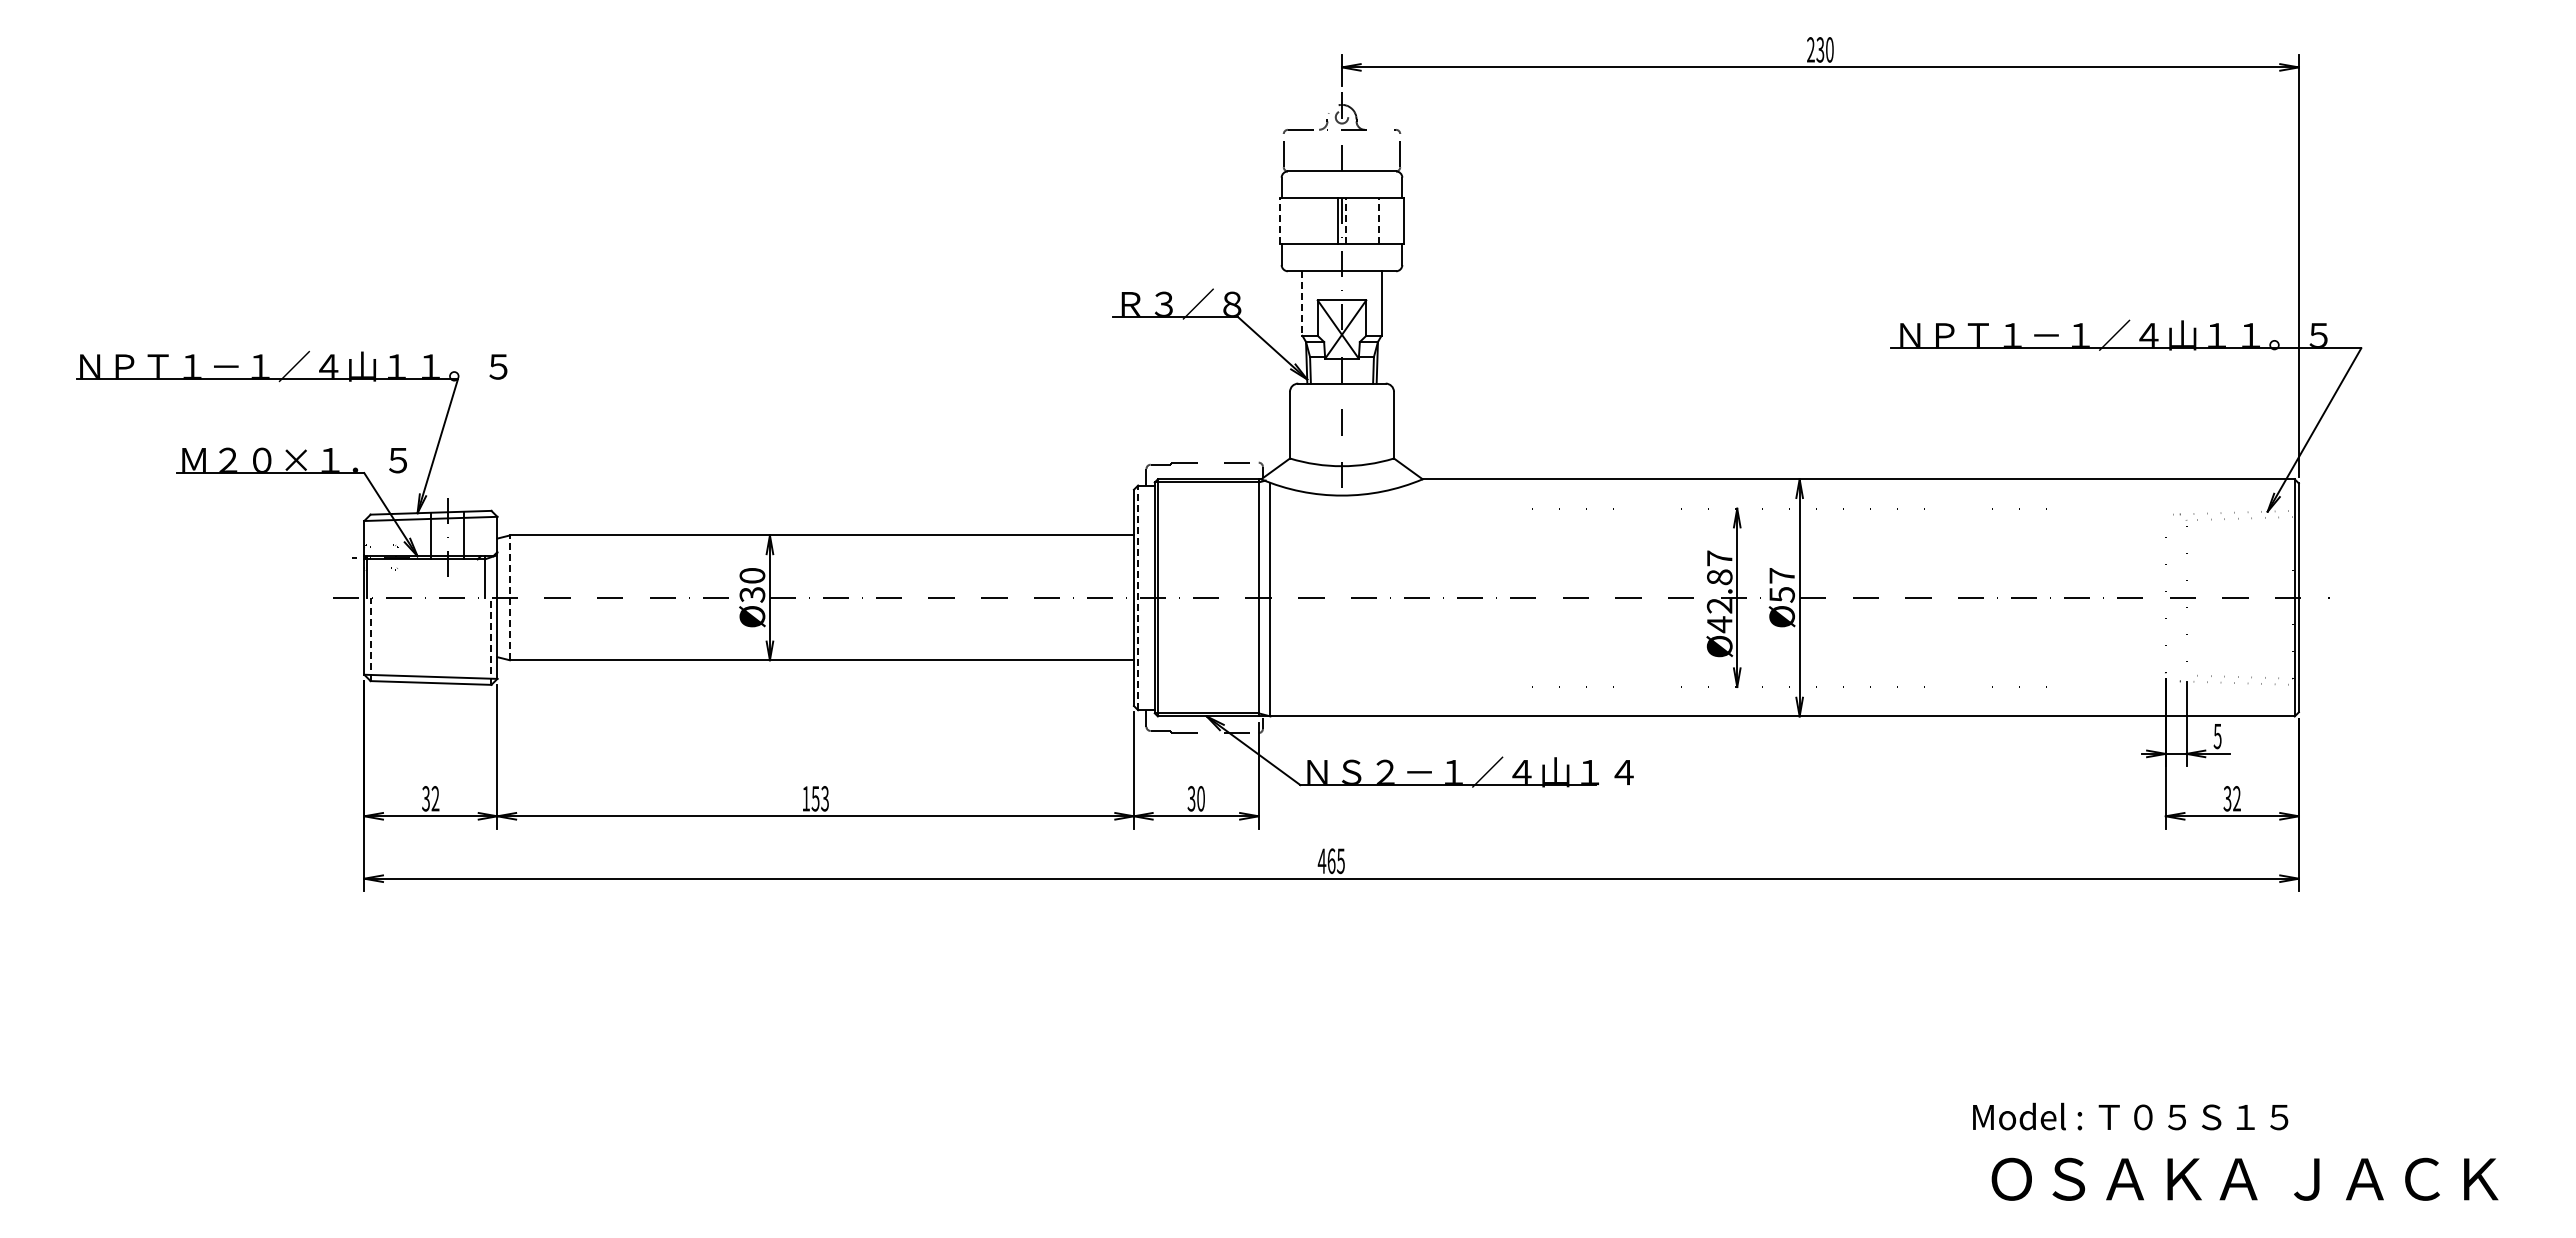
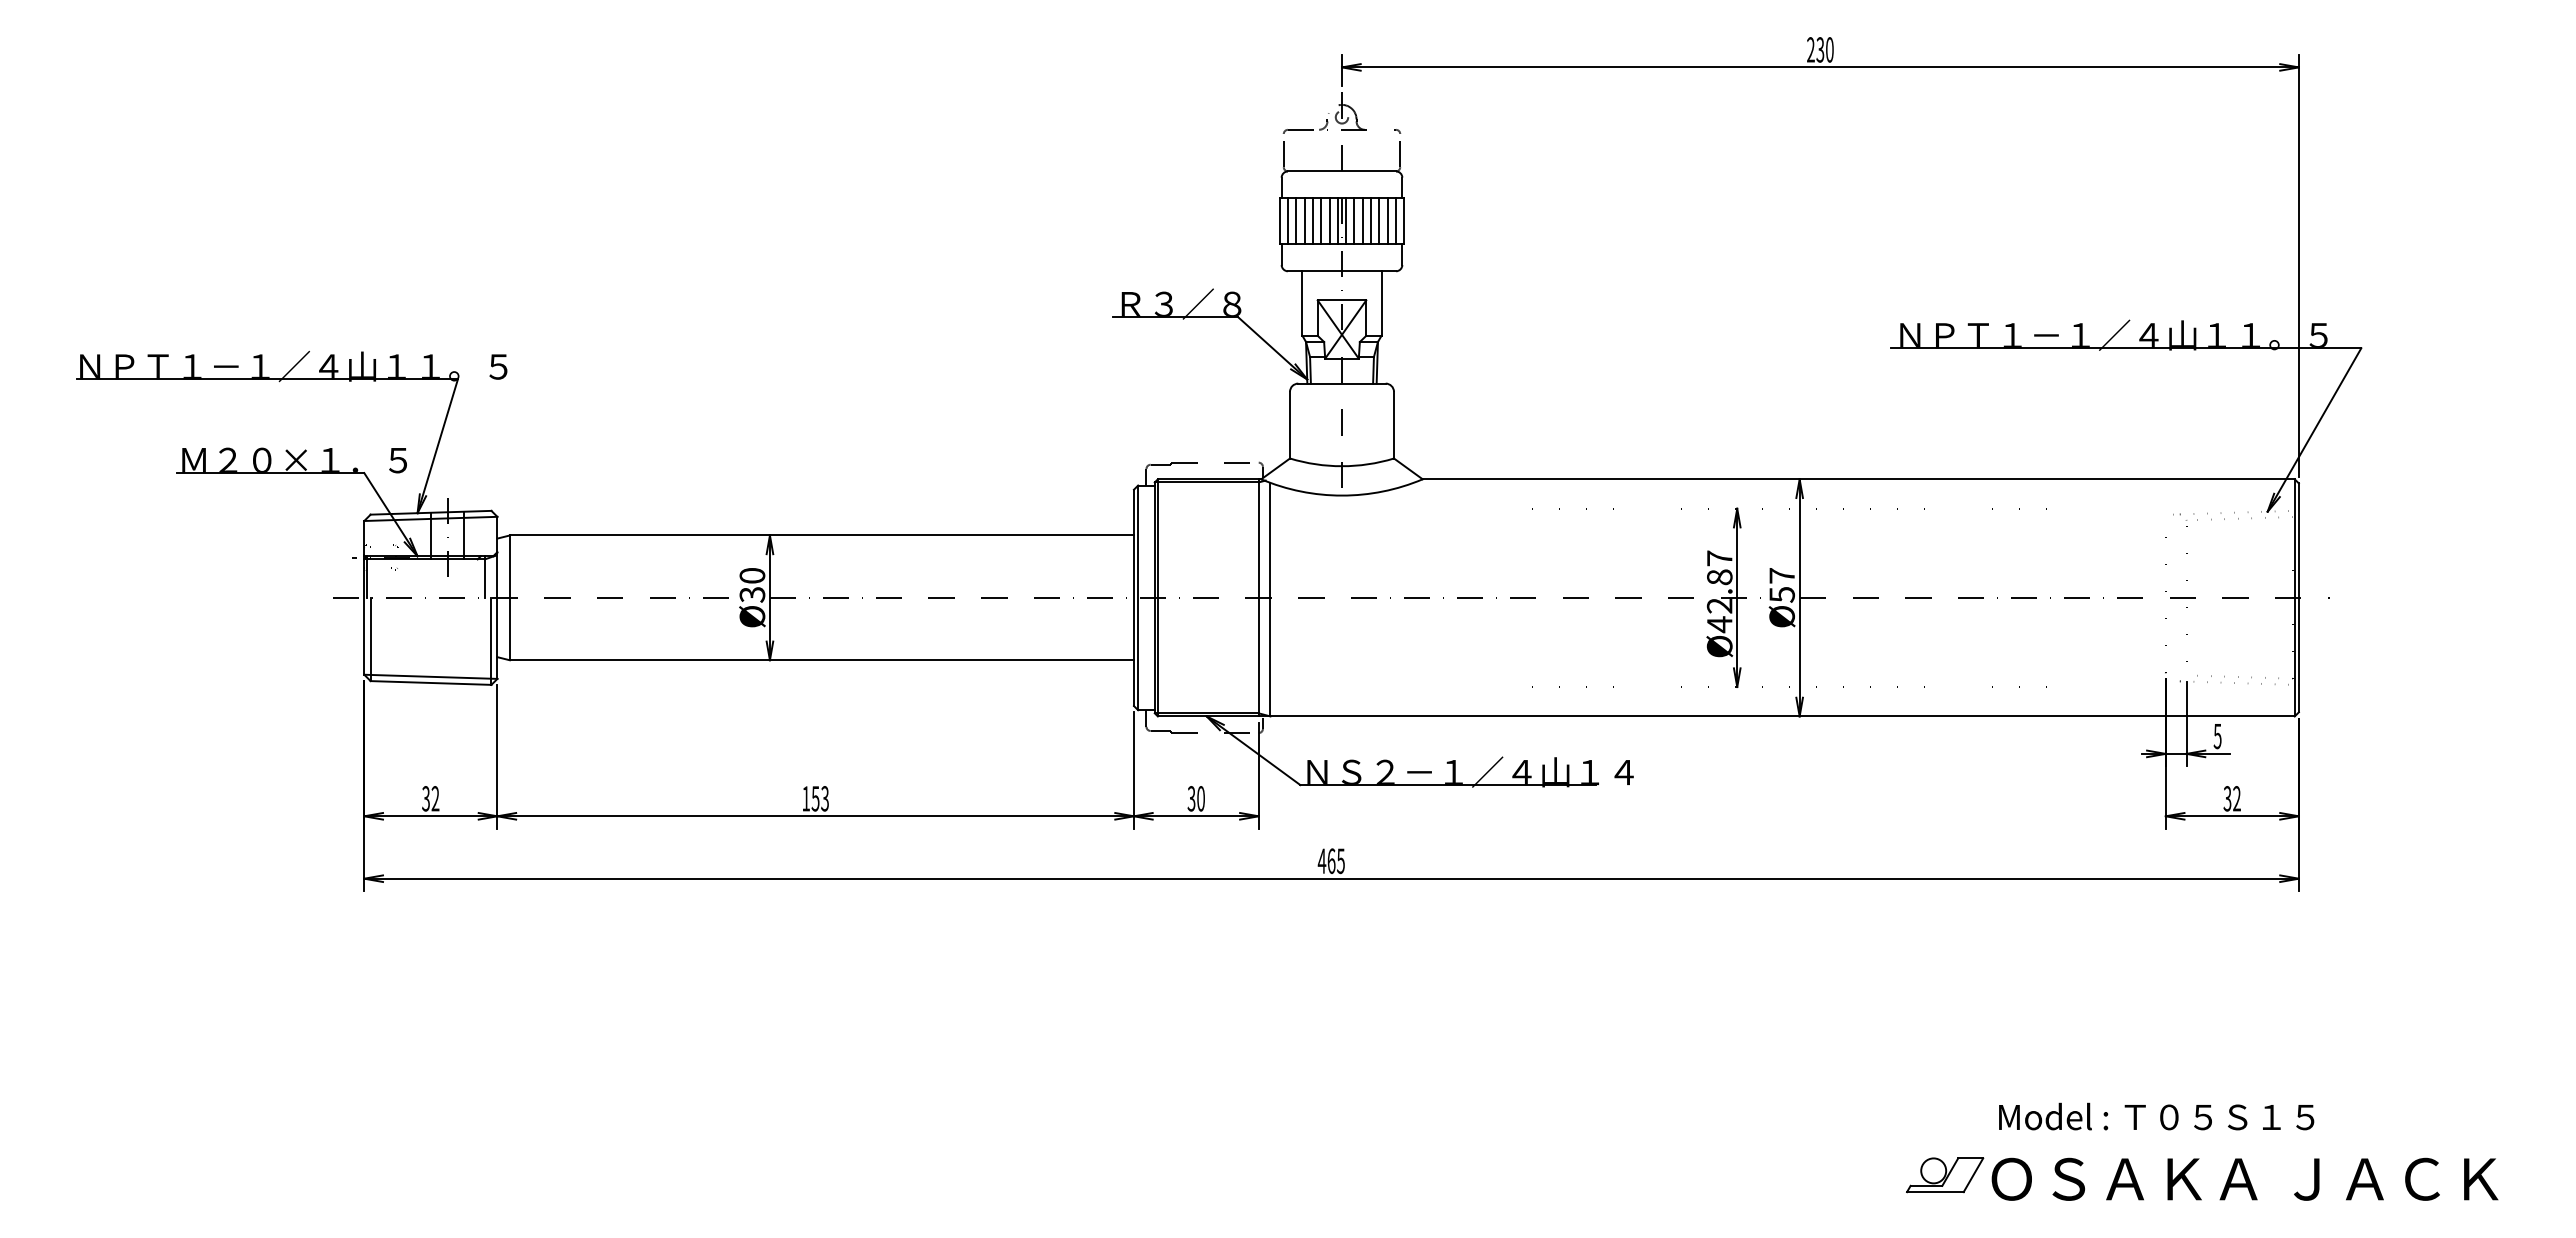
line at (1279, 221): dashed -> solid
line at (1287, 221): none -> present
line at (1296, 221): none -> present
line at (1304, 221): none -> present
line at (1312, 221): none -> present
line at (1321, 221): none -> present
line at (1329, 221): none -> present
line at (1346, 221): dashed -> solid
line at (1354, 221): none -> present
line at (1362, 221): none -> present
line at (1371, 221): none -> present
line at (1379, 221): dashed -> solid
line at (1387, 221): none -> present
line at (1396, 221): none -> present
line at (1302, 304): dashed -> solid
line at (509, 597): dashed -> solid
line at (1138, 597): dashed -> solid
line at (370, 639): dashed -> solid
line at (491, 640): dashed -> solid
text at (2130, 1116) position: (2130, 1116) -> (2156, 1116)
part at (1945, 1175): none -> present
